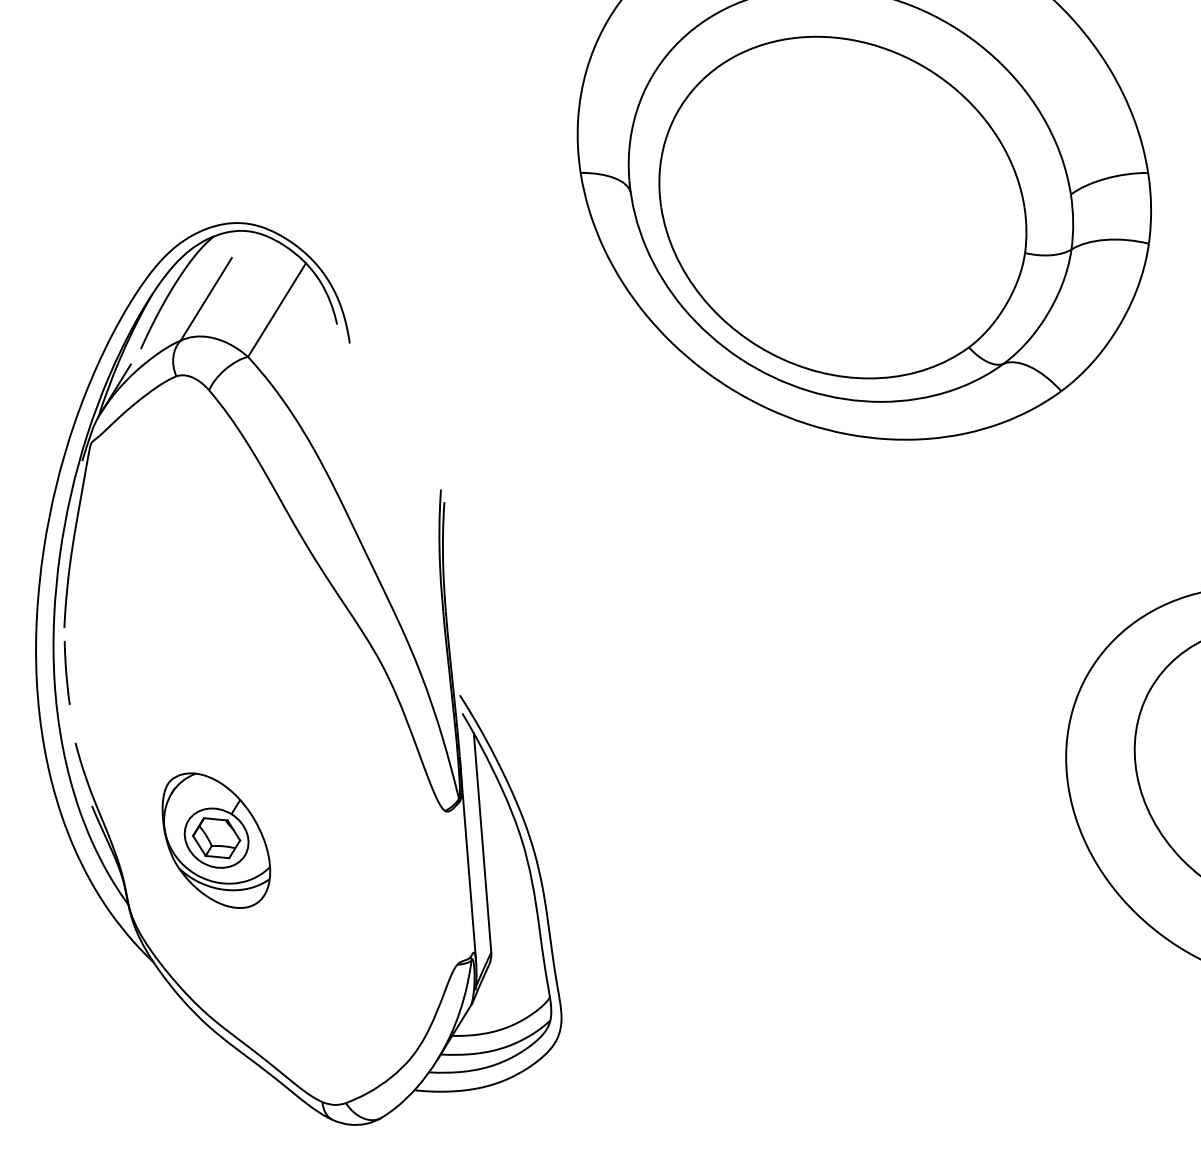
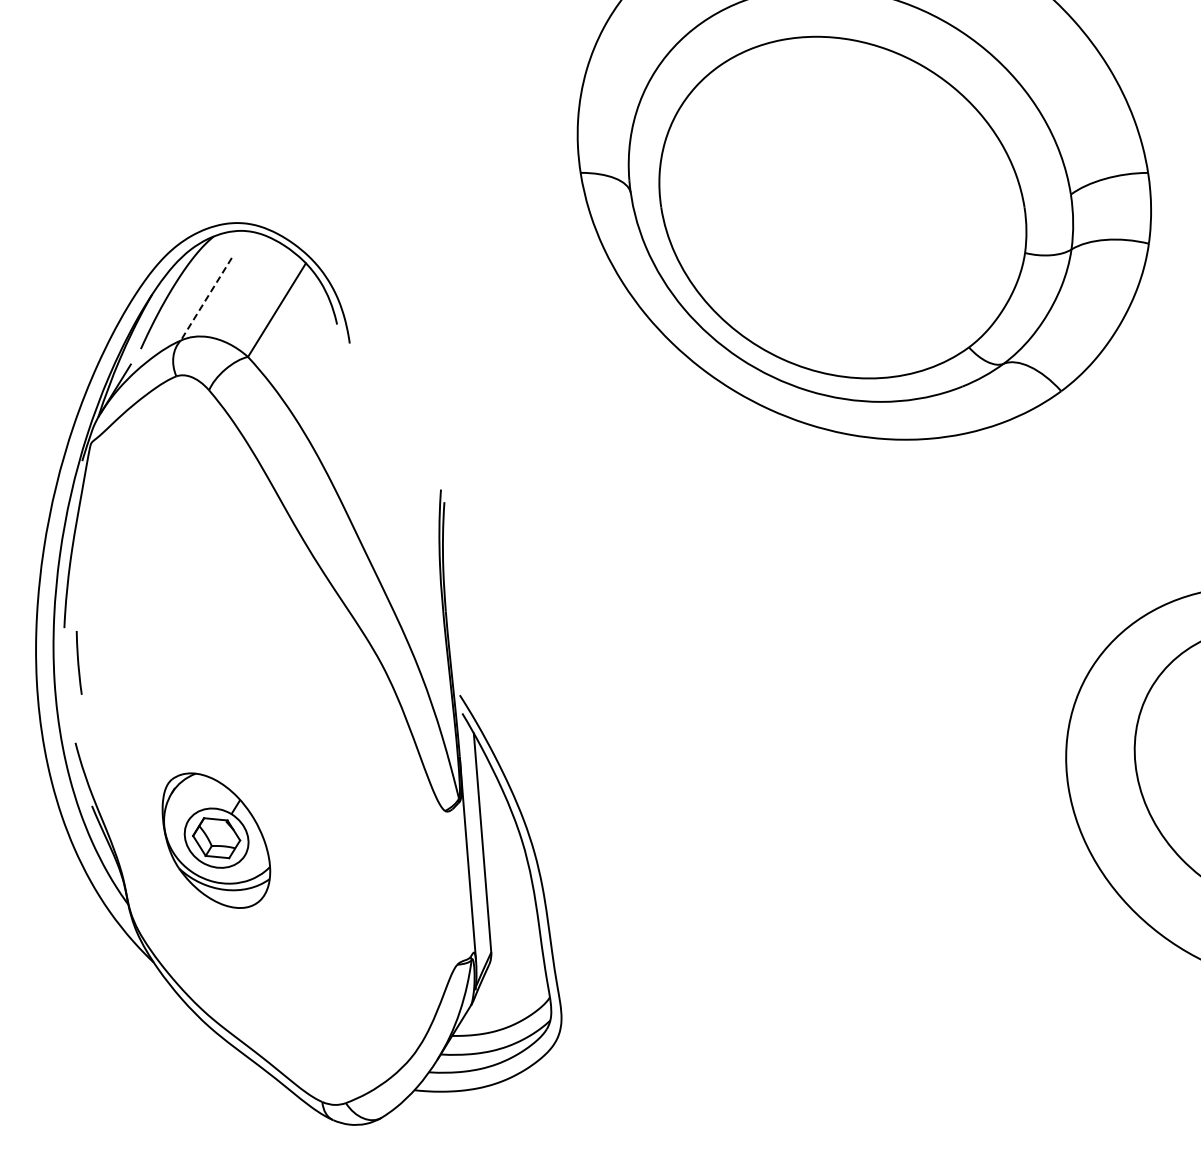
line at (206, 299): solid -> dashed
line at (66, 672) position: (66, 672) -> (78, 662)
